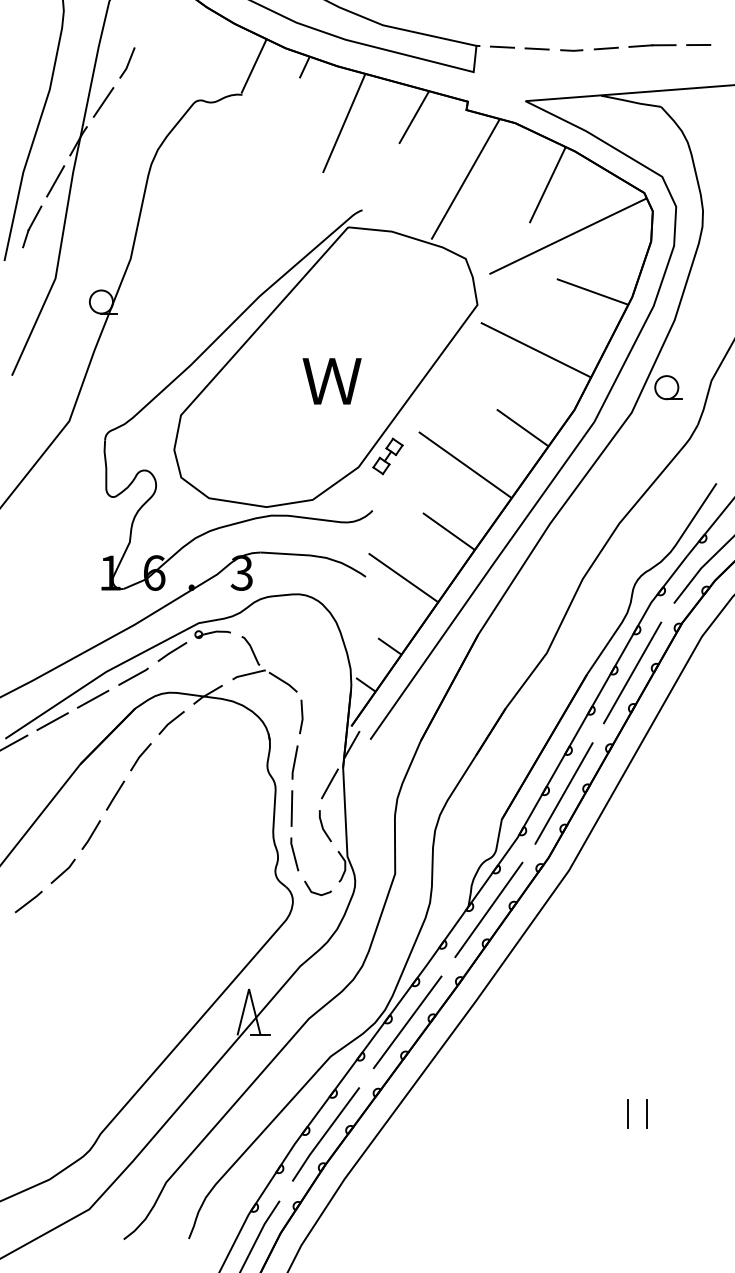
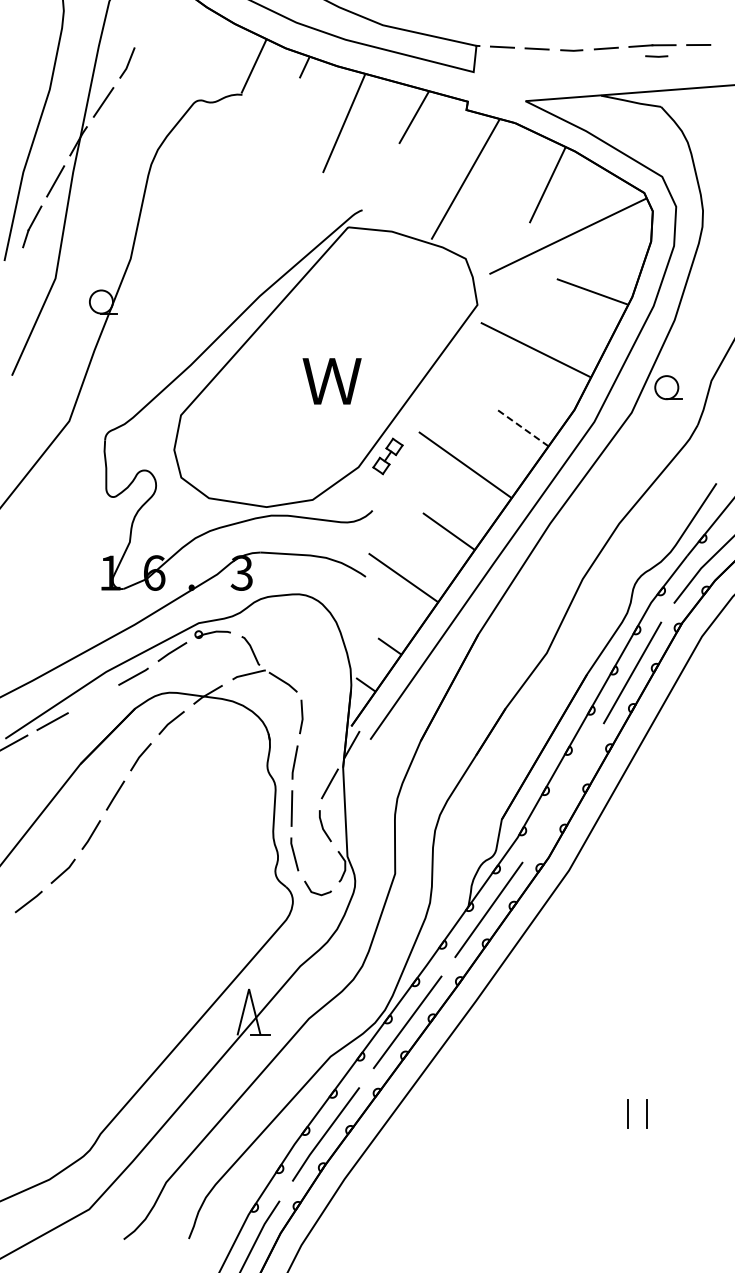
line at (656, 56): none -> present
line at (522, 427): solid -> dashed
line at (92, 698): present -> none
line at (563, 793): present -> none
